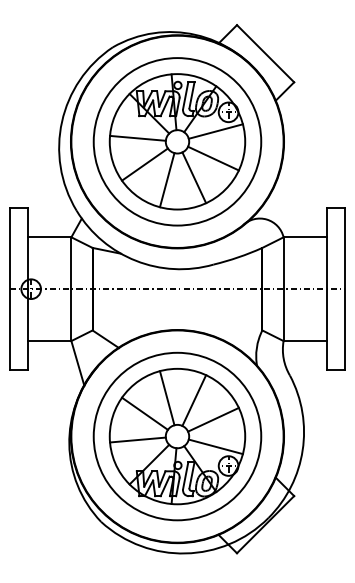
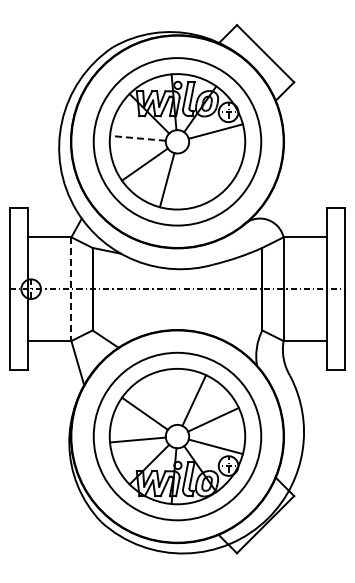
line at (137, 138): solid -> dashed
line at (213, 158): present -> none
line at (194, 177): present -> none
line at (71, 289): solid -> dashed
line at (166, 398): present -> none
